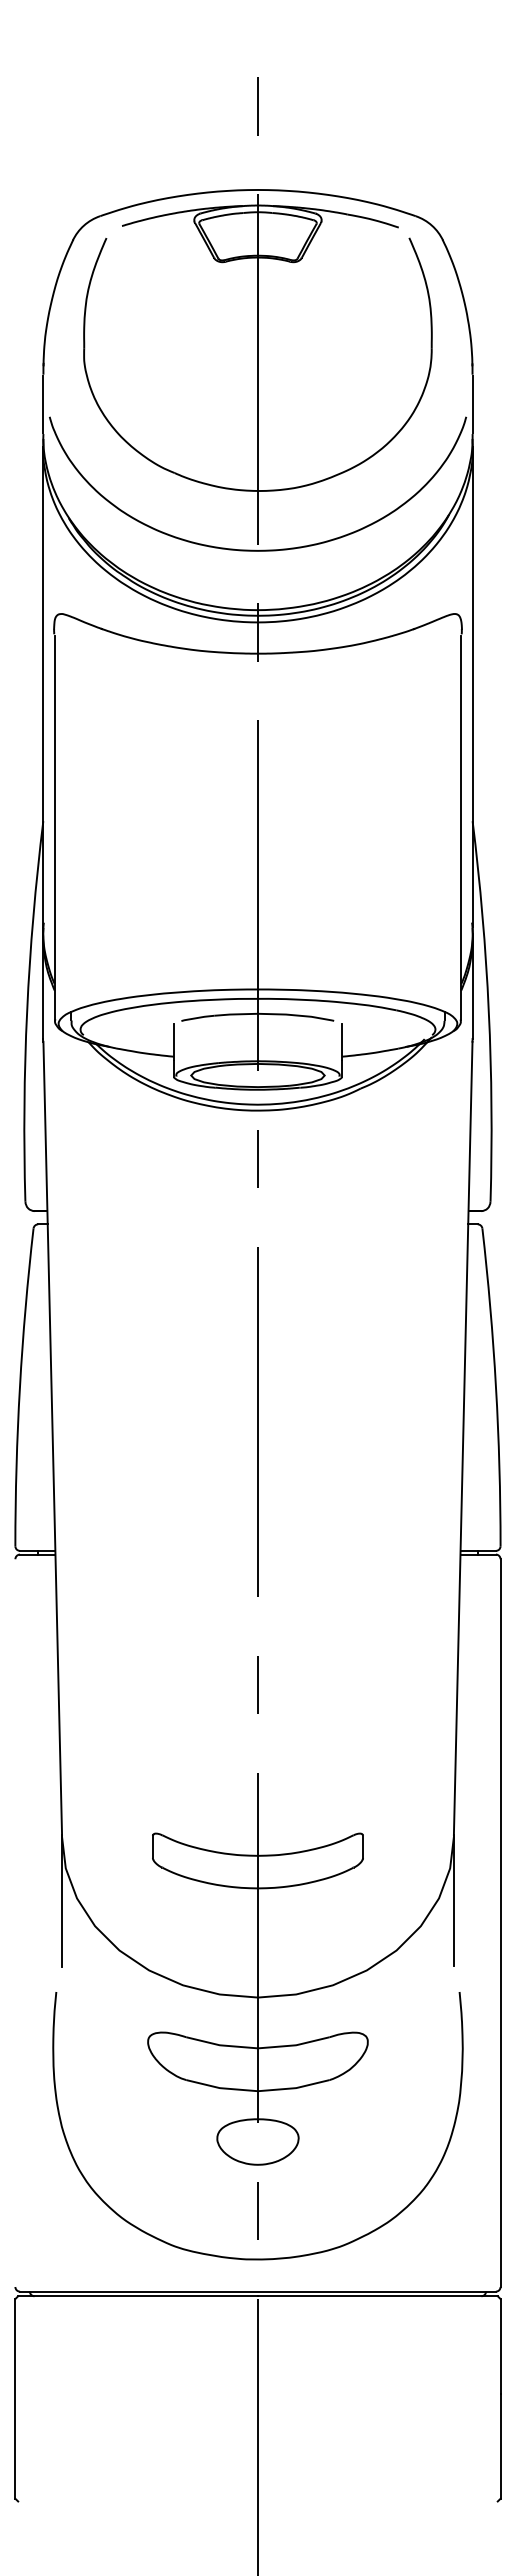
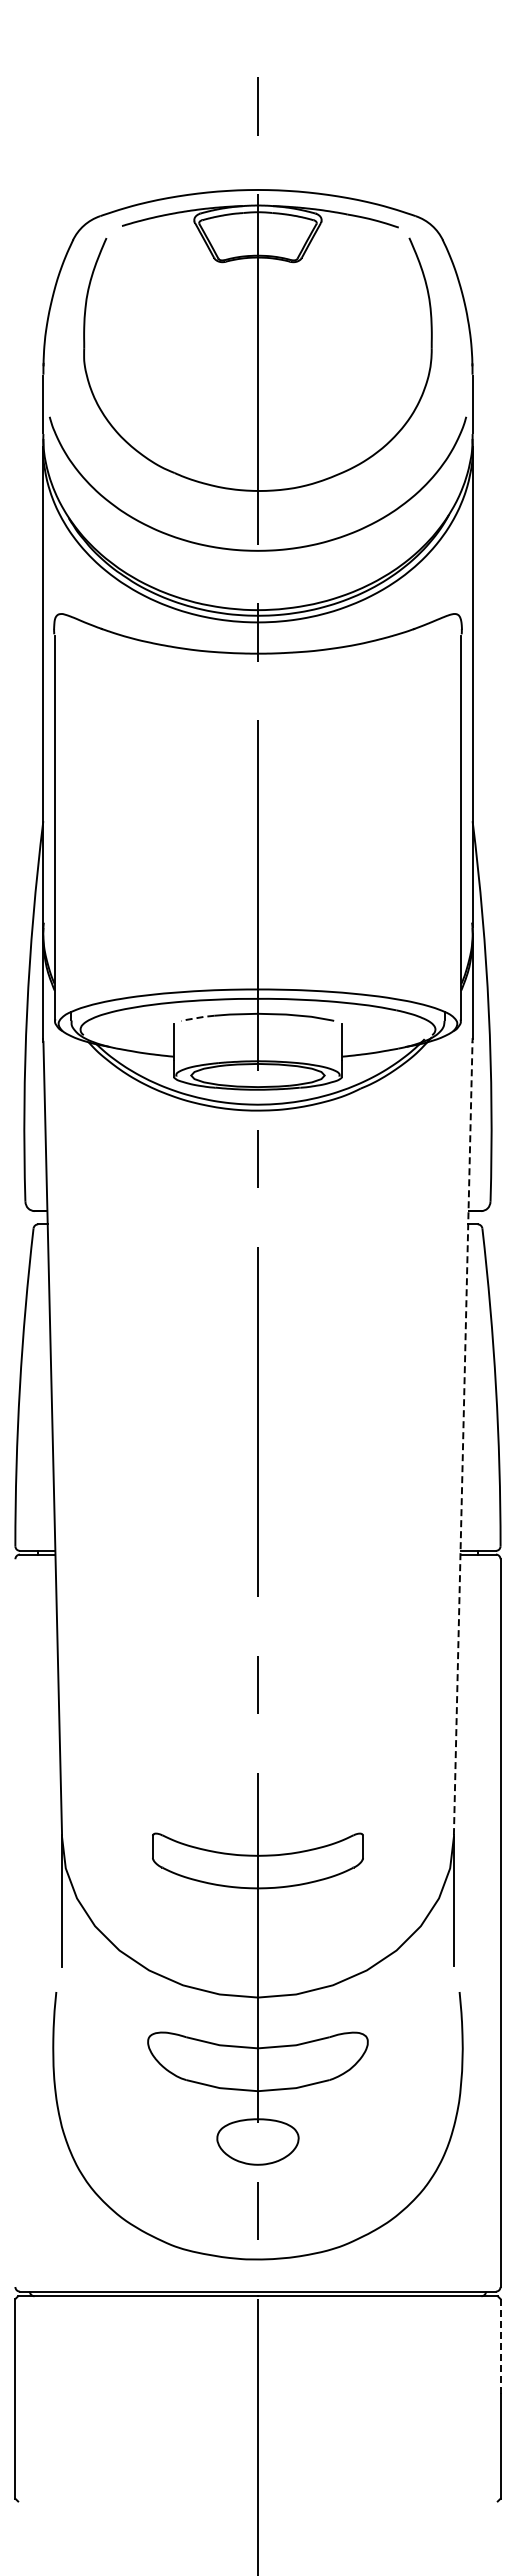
line at (196, 1018): solid -> dashed
line at (463, 1438): solid -> dashed
line at (500, 2346): solid -> dashed
